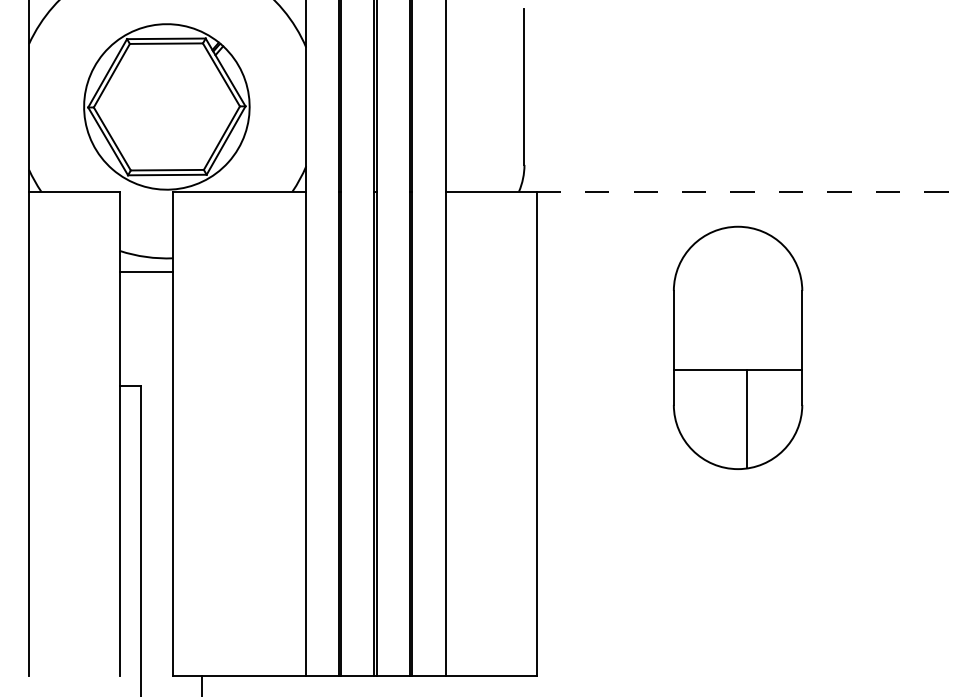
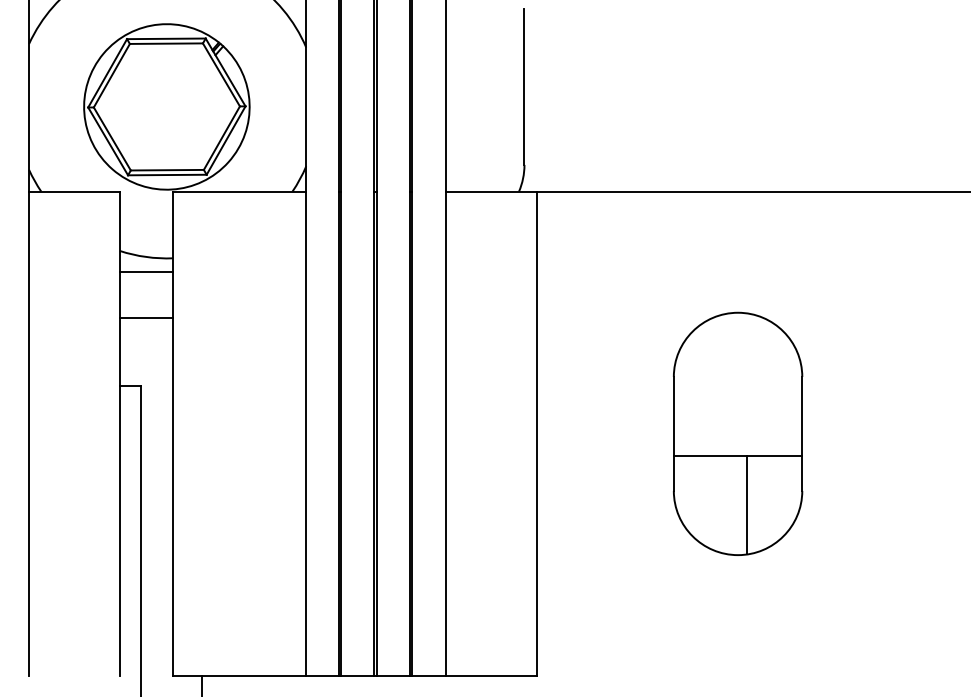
line at (754, 191): dashed -> solid
line at (146, 317): none -> present
part at (738, 347) position: (738, 347) -> (738, 433)
